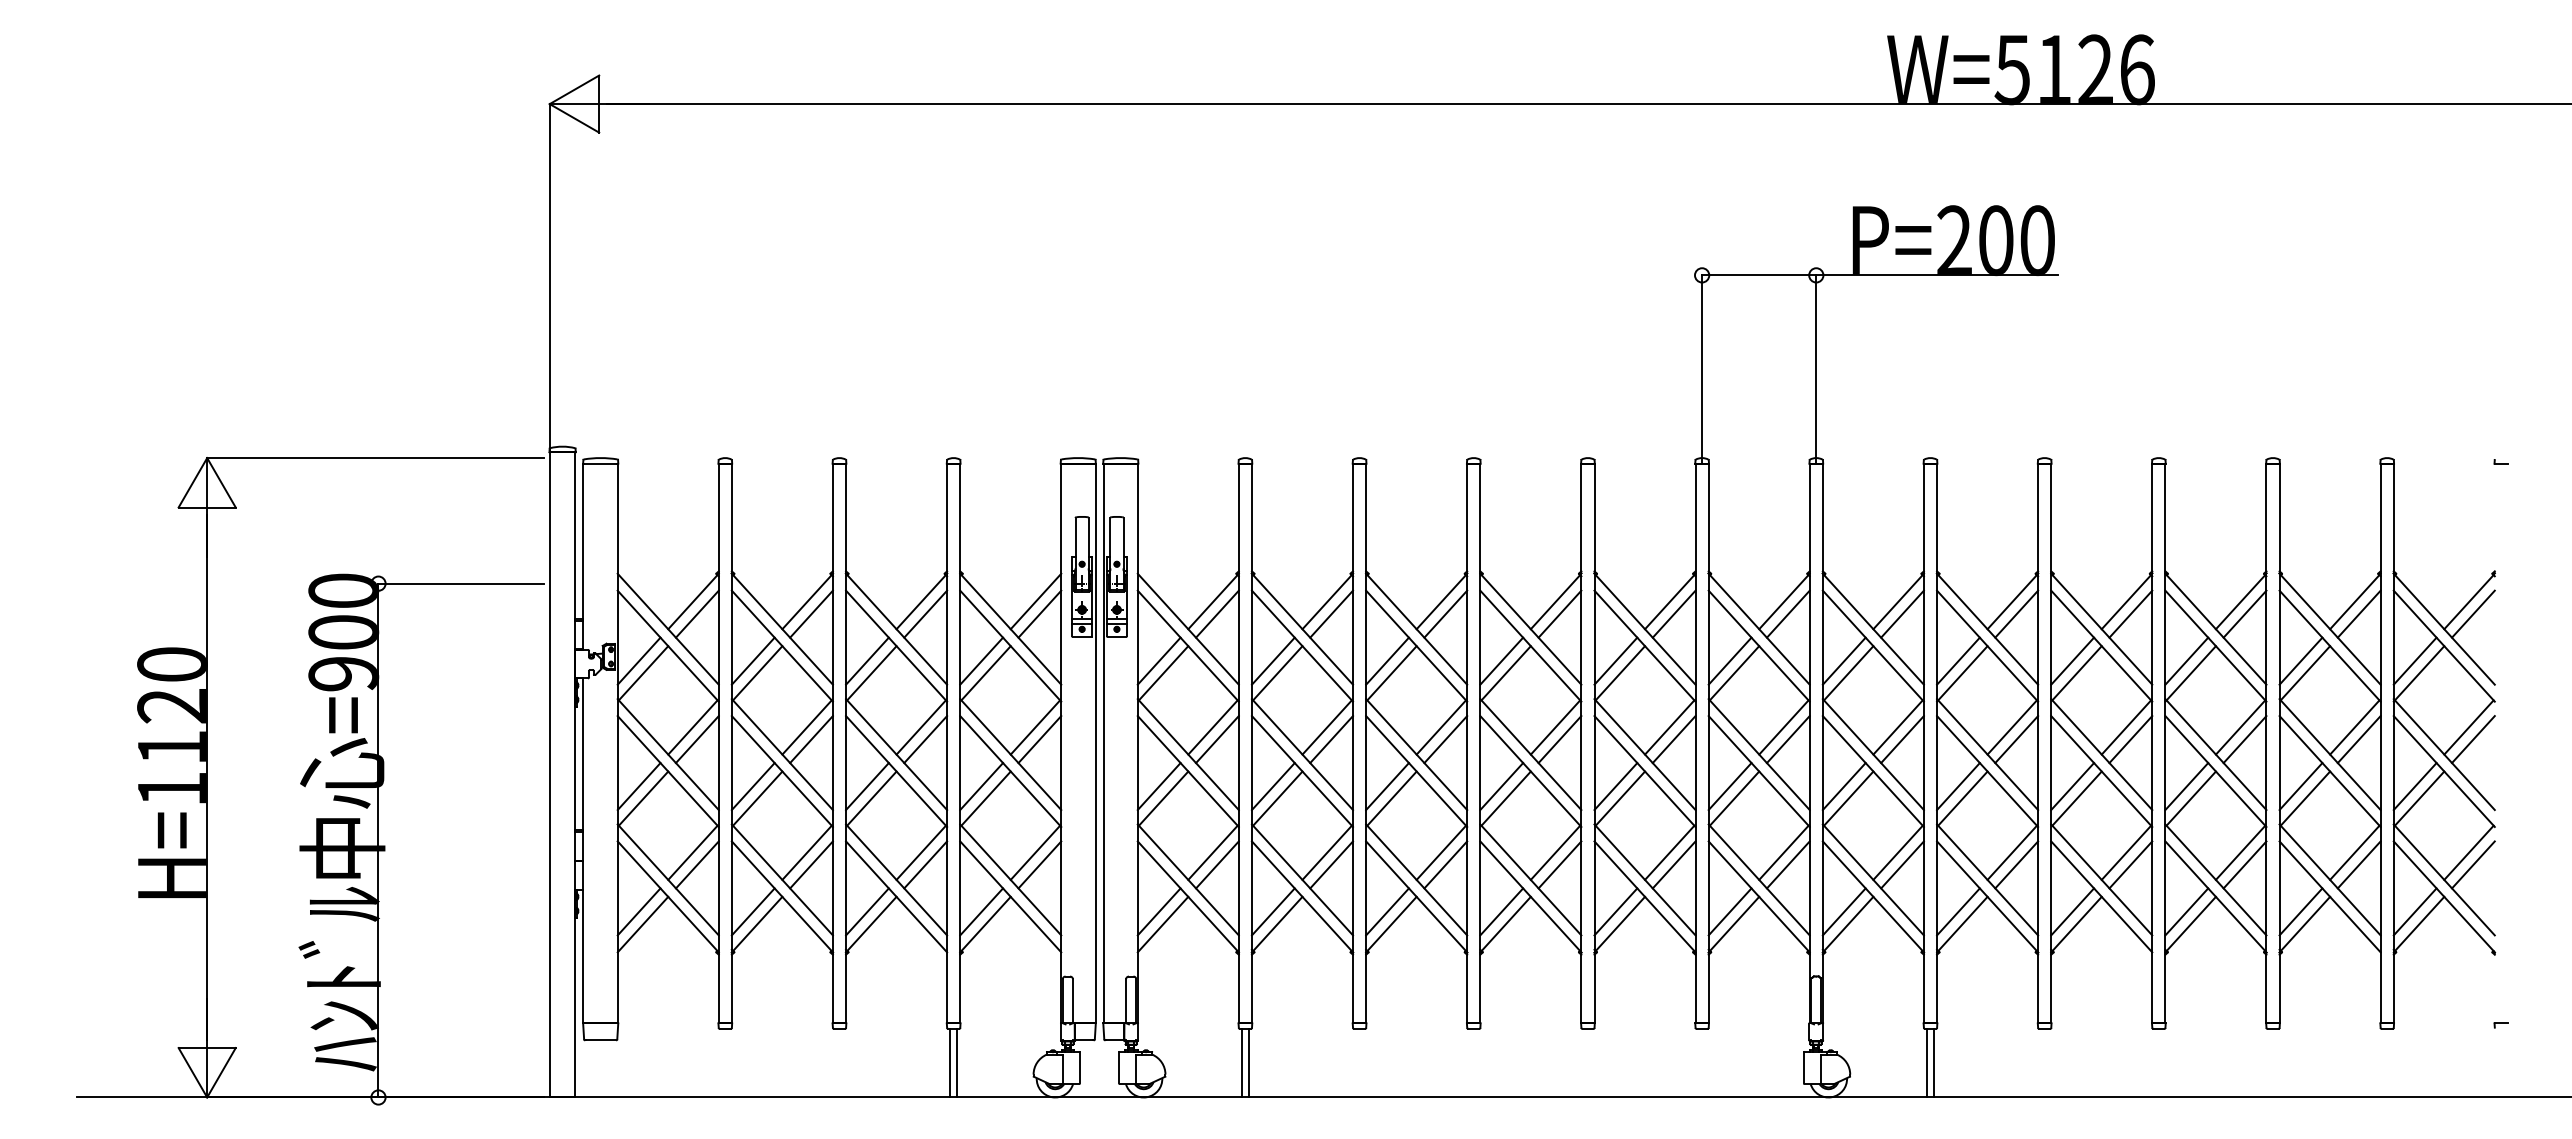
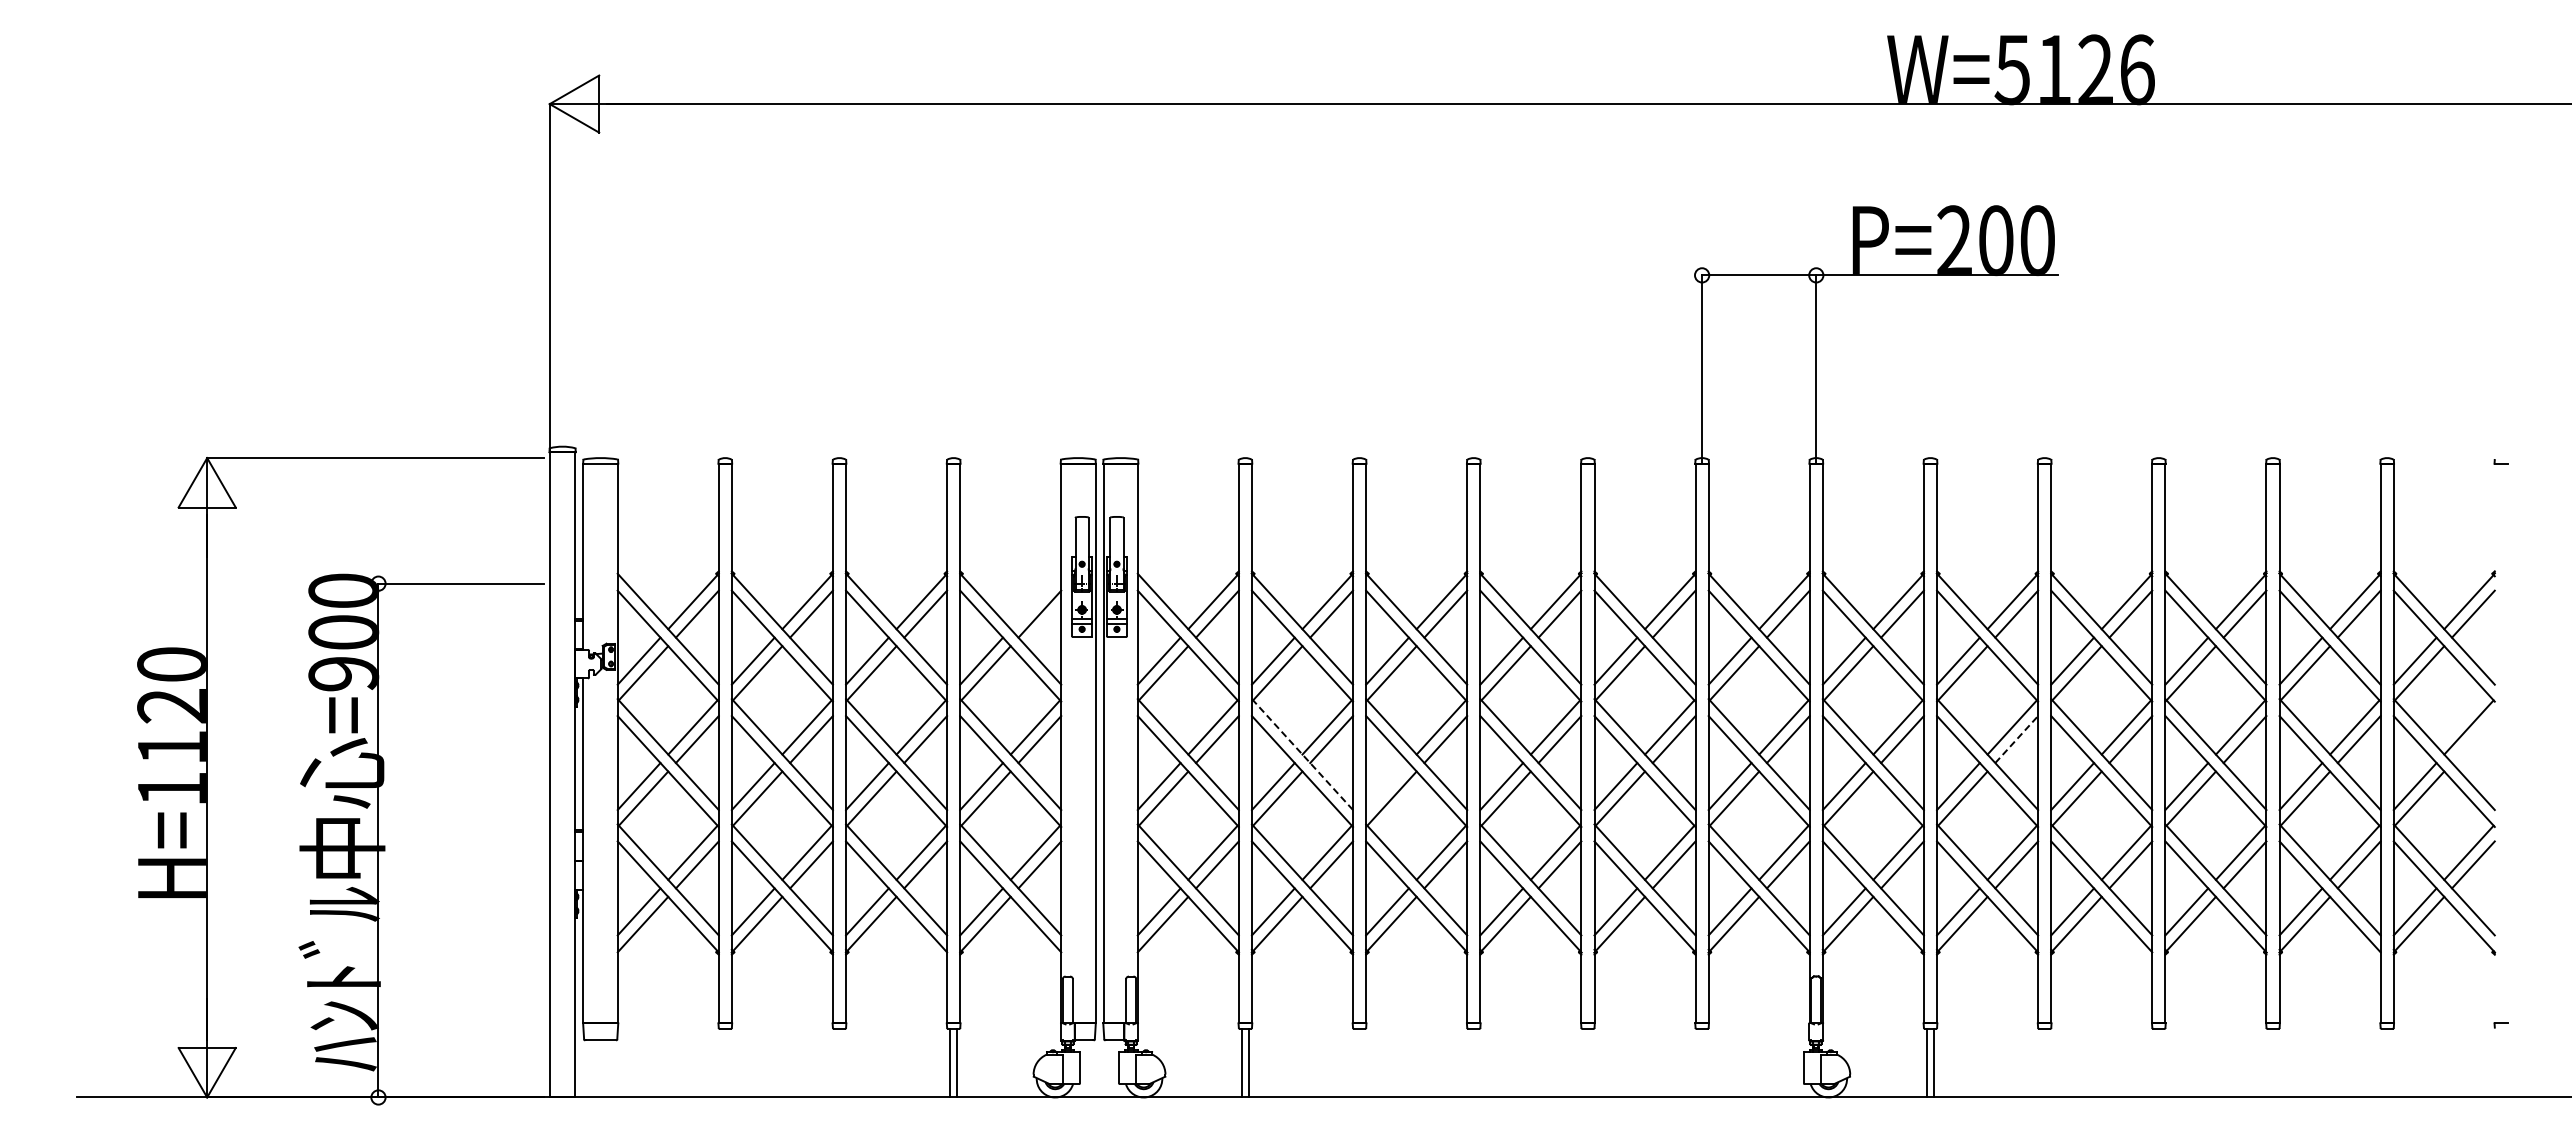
line at (1035, 601): present -> none
line at (2016, 739): solid -> dashed
line at (2473, 739): present -> none
line at (1302, 754): solid -> dashed
line at (1387, 786): present -> none
